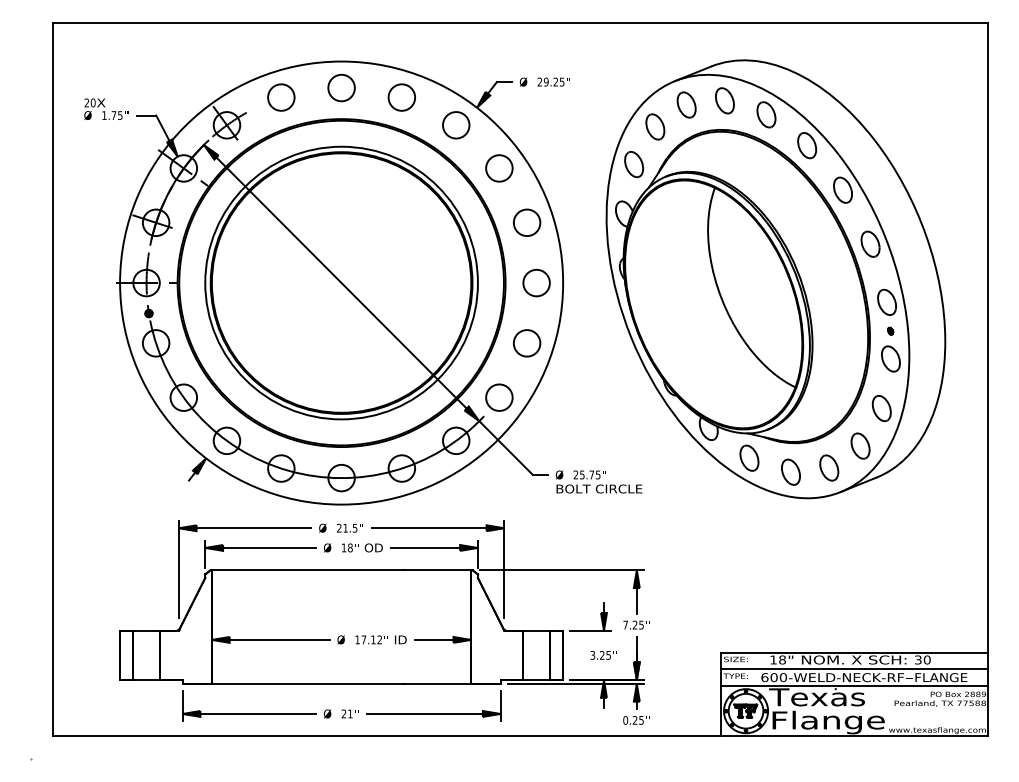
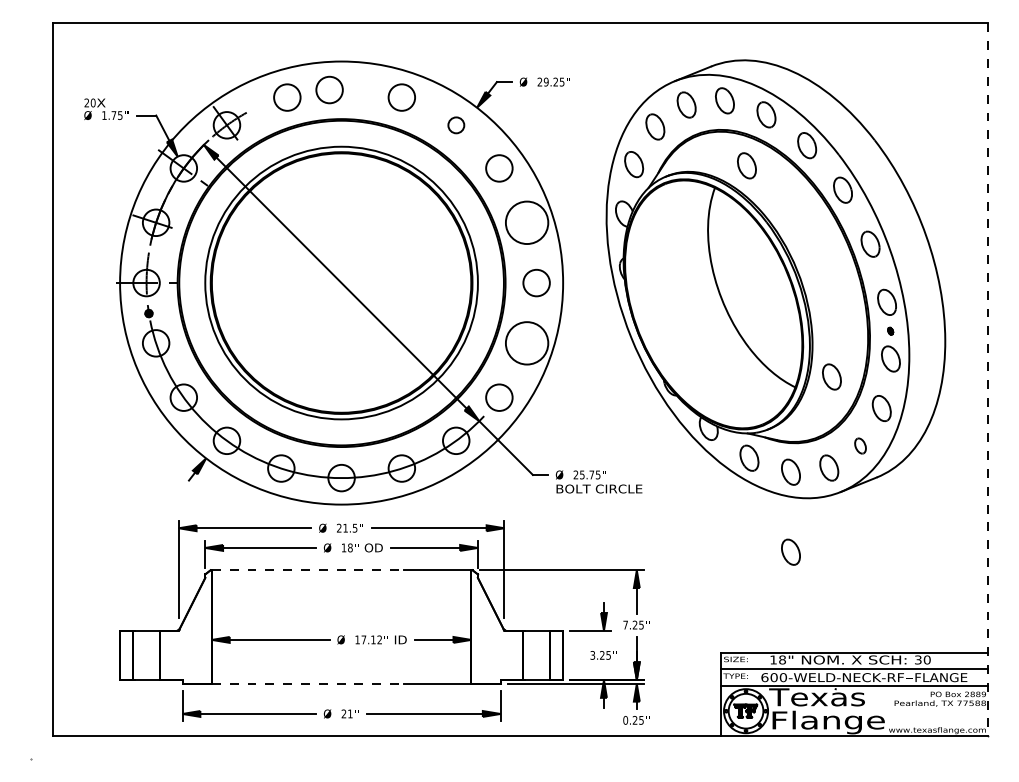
circle at (341, 87) position: (341, 87) -> (329, 89)
circle at (281, 97) position: (281, 97) -> (287, 97)
circle at (456, 125) size: 29x29 px -> 19x19 px
part at (746, 165): none -> present
circle at (526, 222) diameter: 27 px -> 42 px
circle at (526, 343) diameter: 27 px -> 42 px
part at (831, 376): none -> present
line at (988, 380): solid -> dashed
part at (860, 445) size: 21x28 px -> 13x18 px
part at (790, 551): none -> present
line at (307, 570): solid -> dashed
line at (307, 683): solid -> dashed
